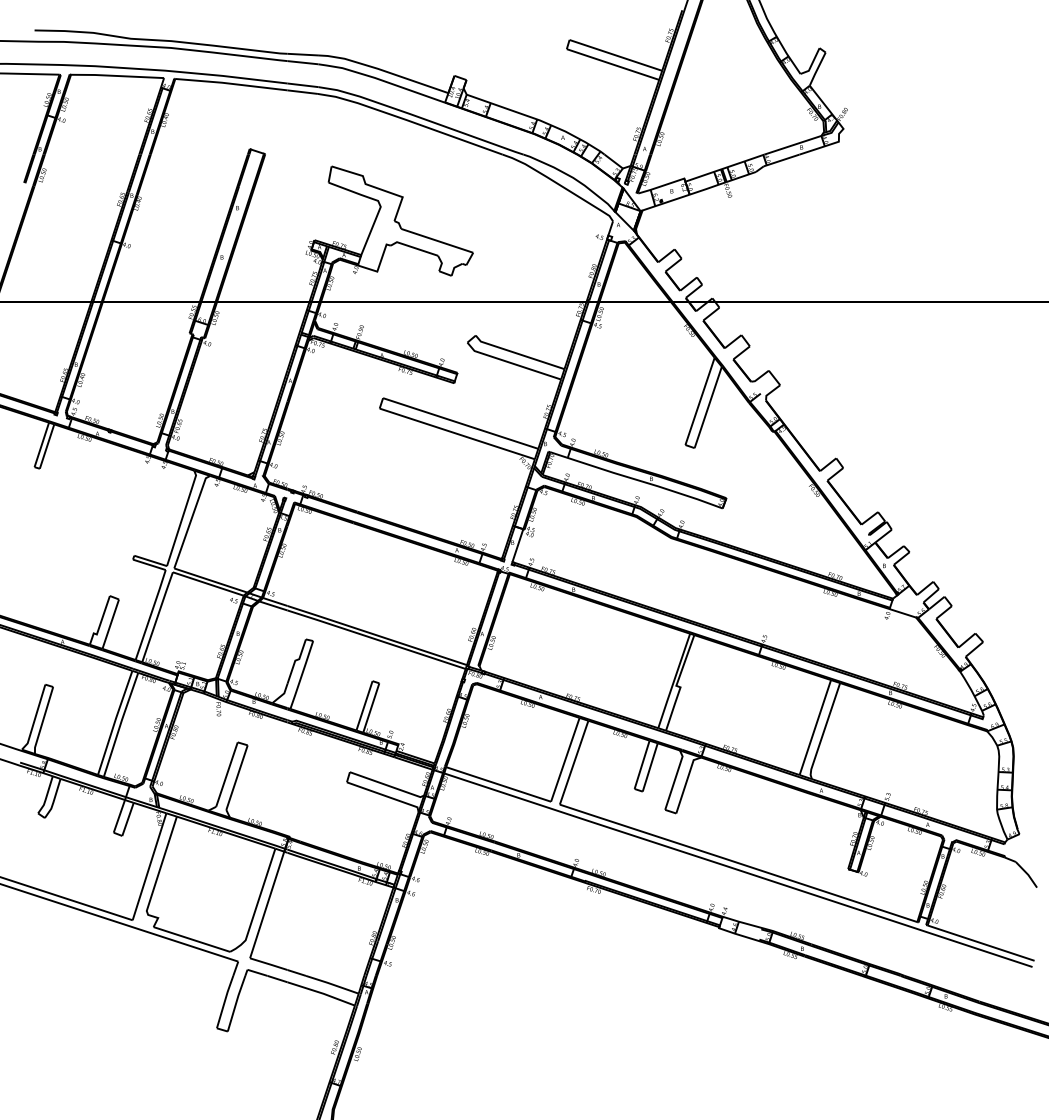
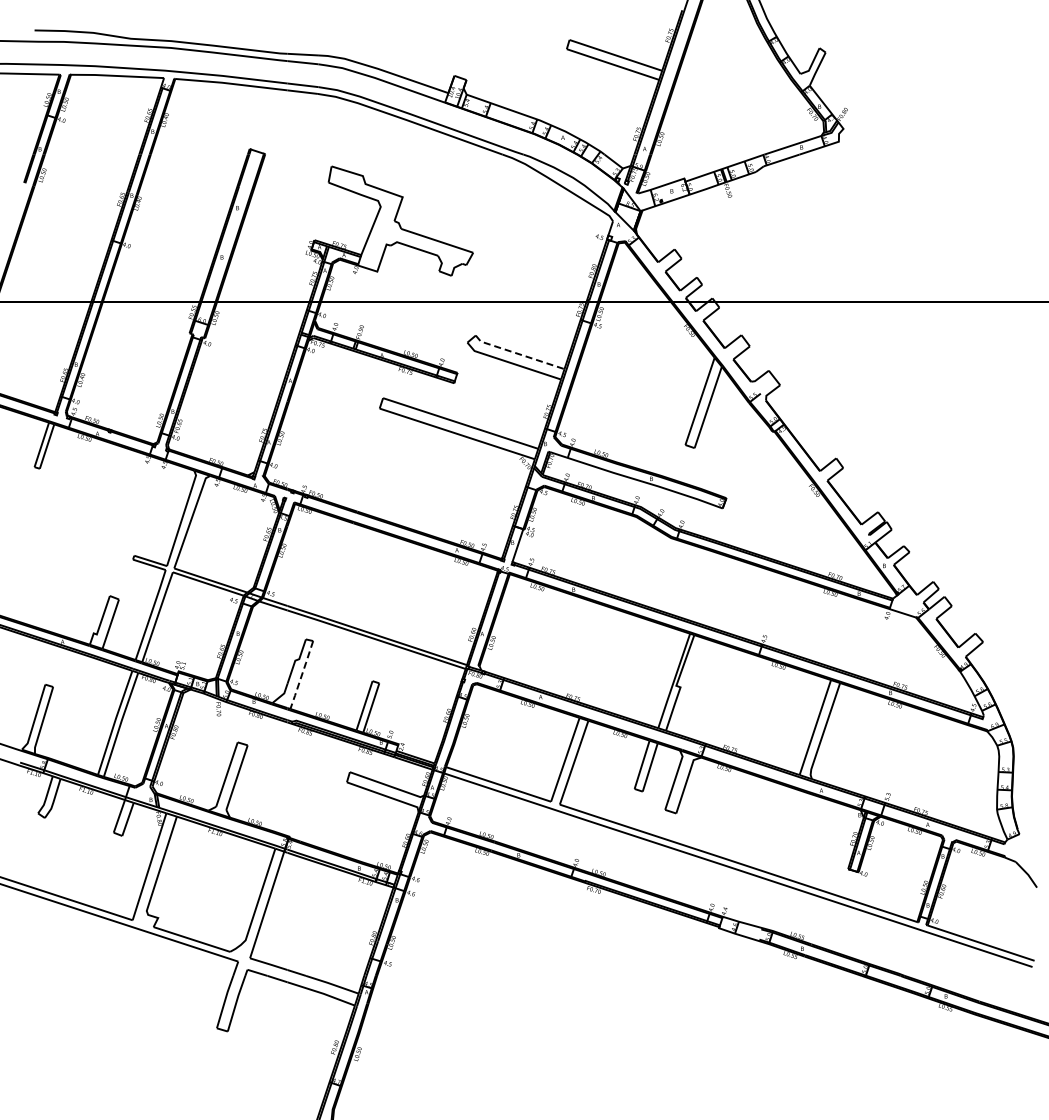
line at (518, 353): solid -> dashed
line at (301, 675): solid -> dashed
